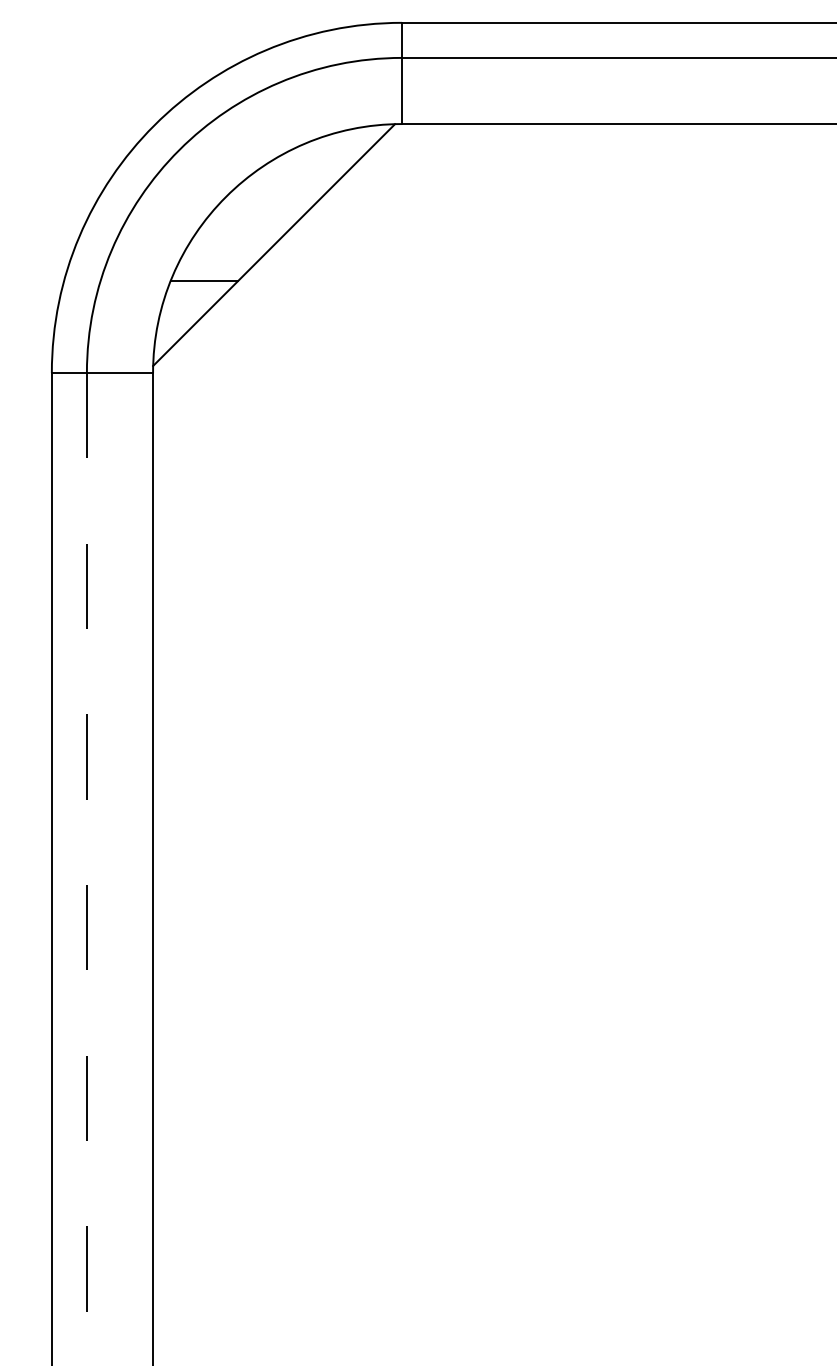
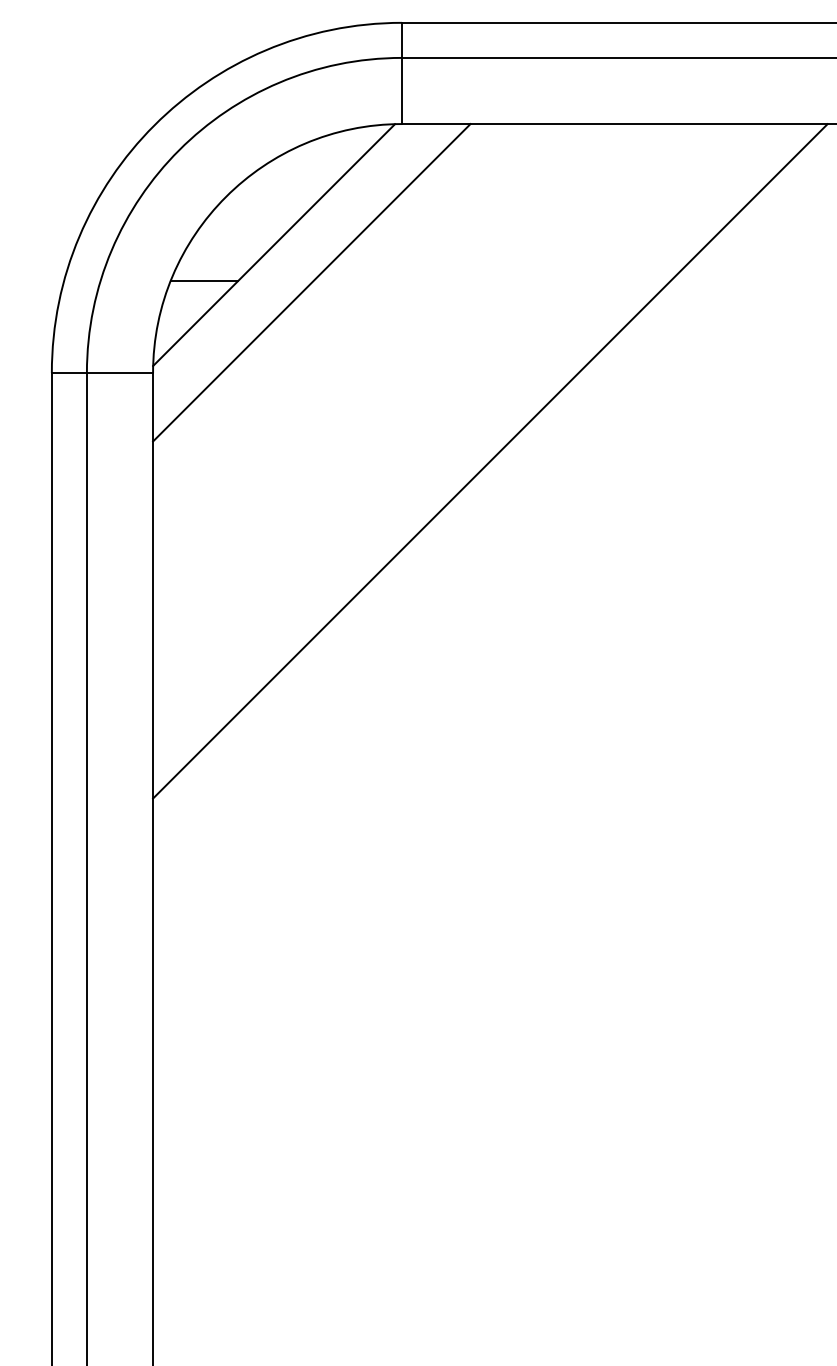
line at (311, 282): none -> present
line at (490, 461): none -> present
line at (86, 869): dashed -> solid
